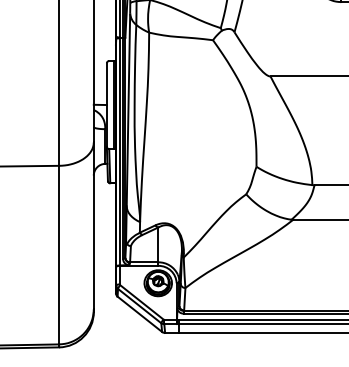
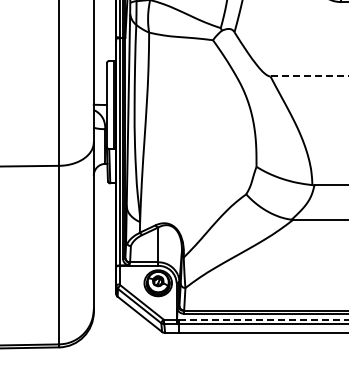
line at (309, 76): solid -> dashed
line at (264, 319): solid -> dashed
